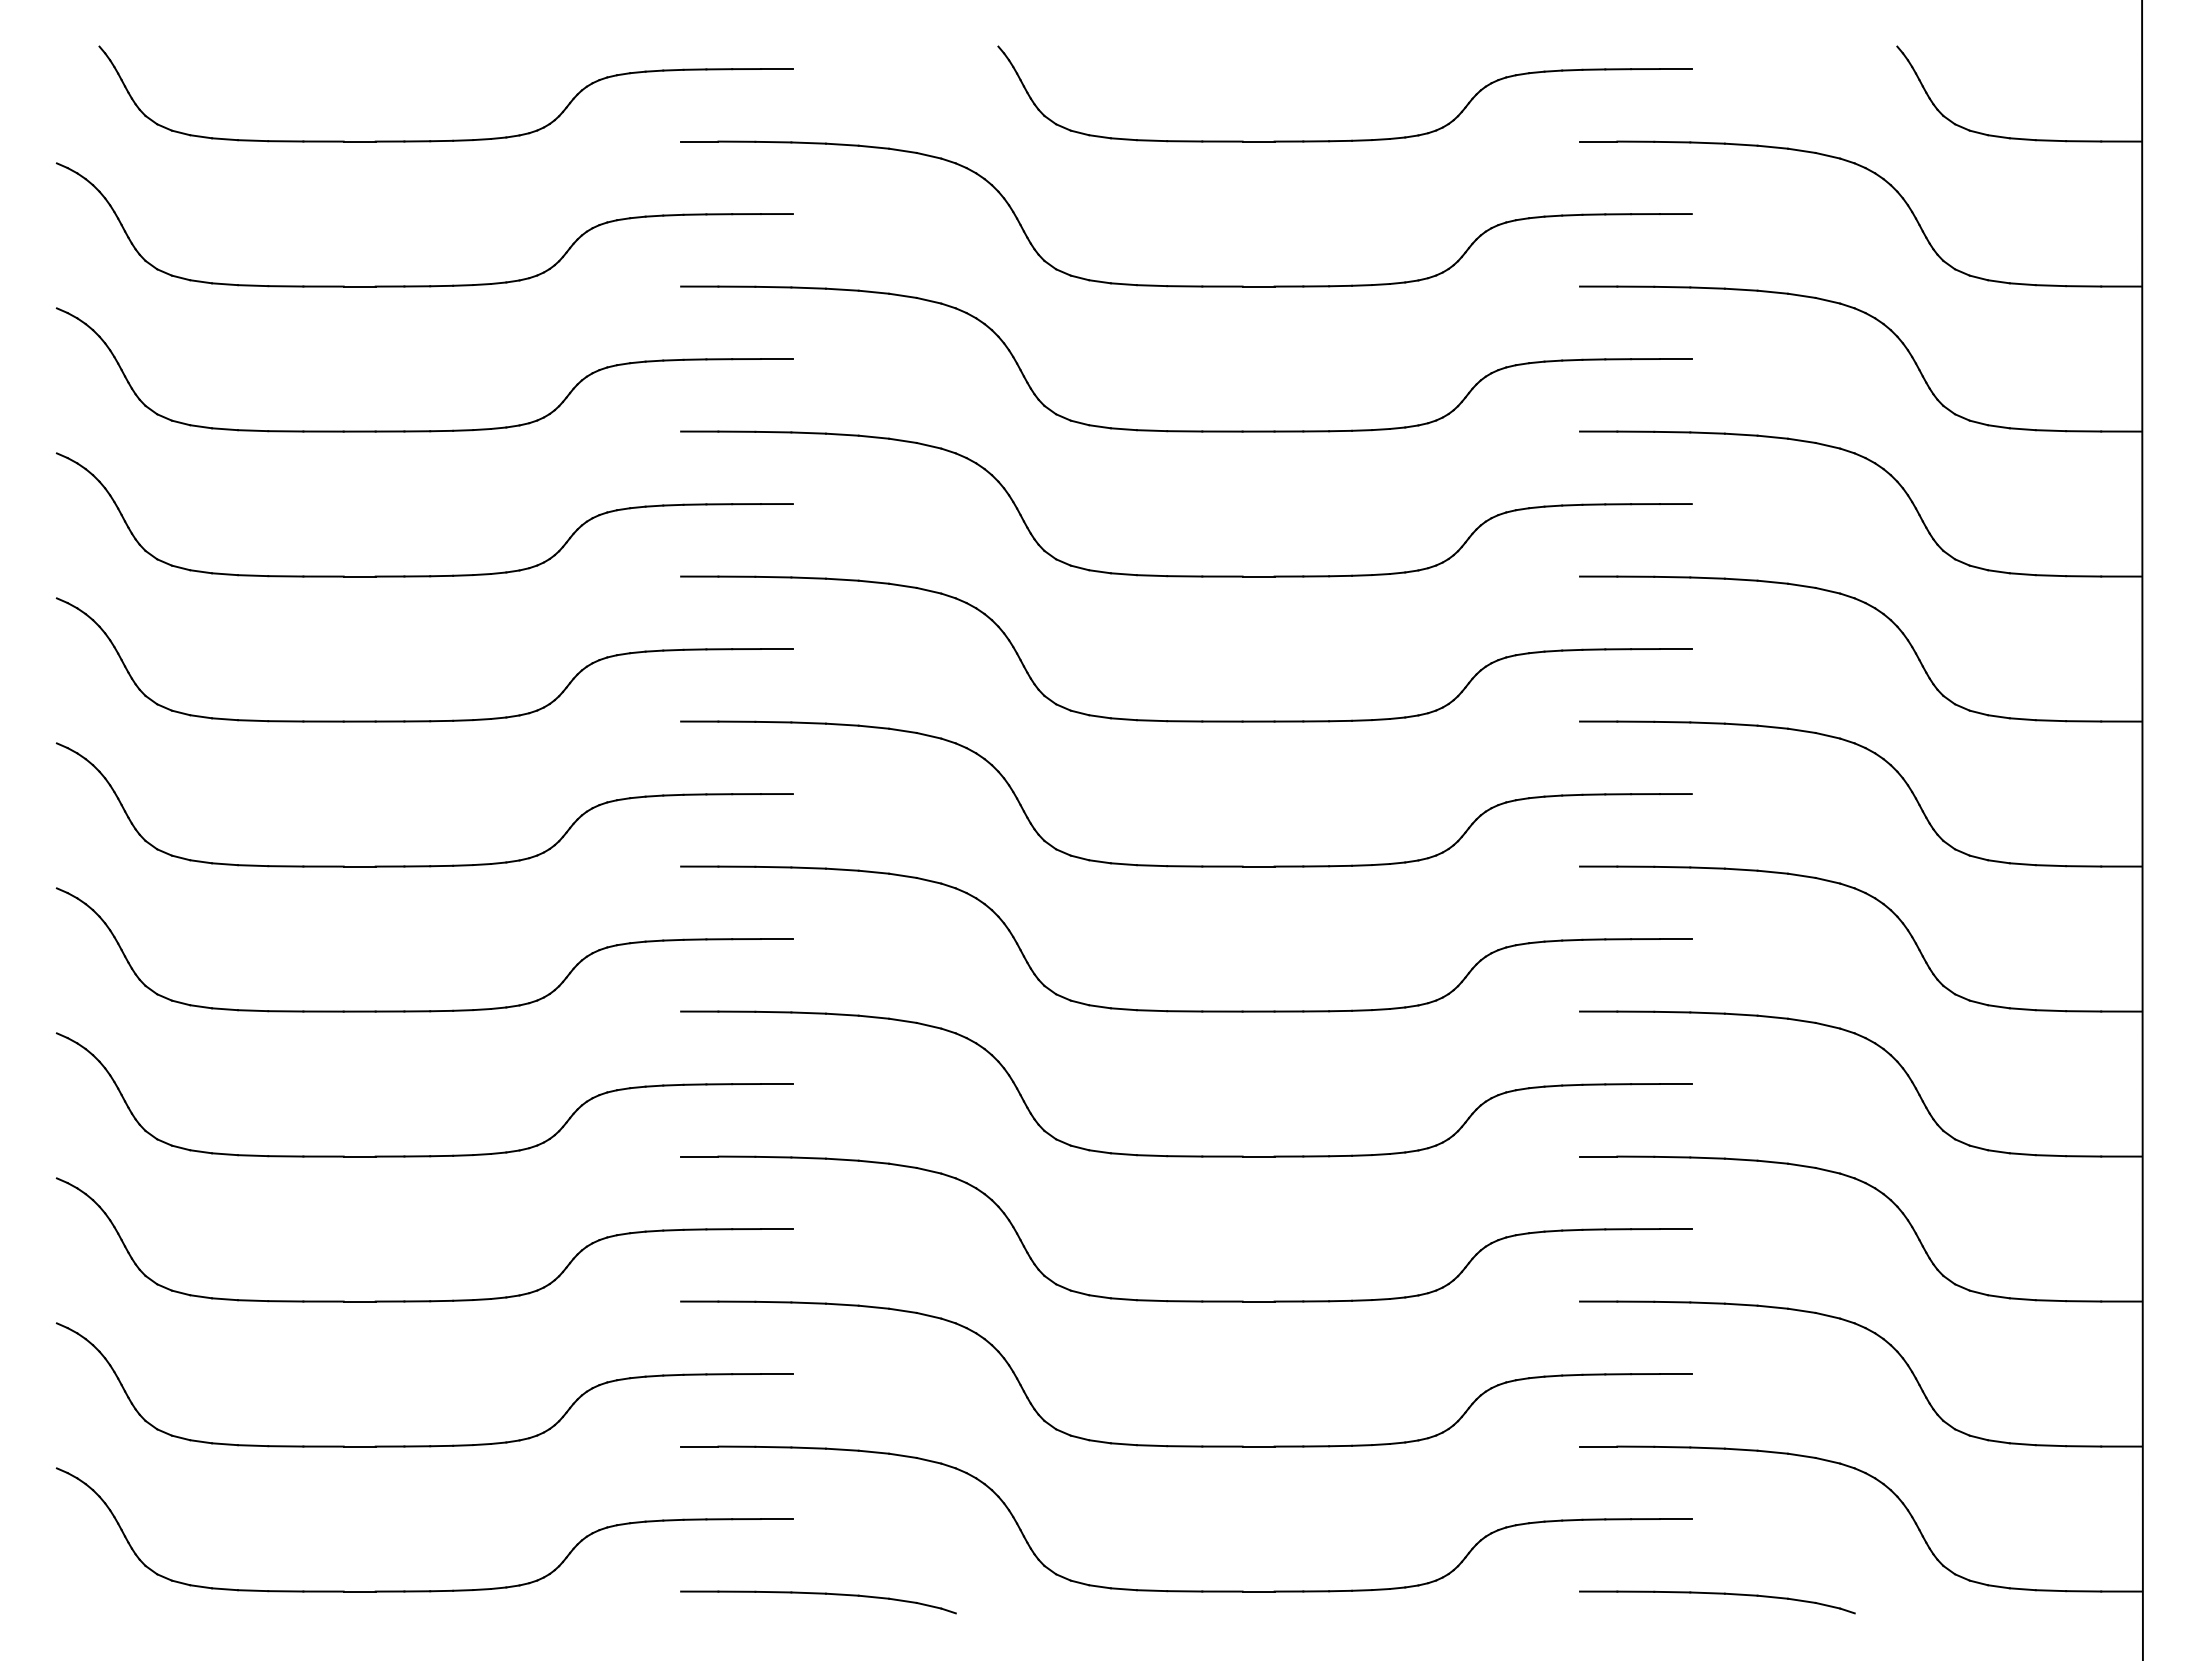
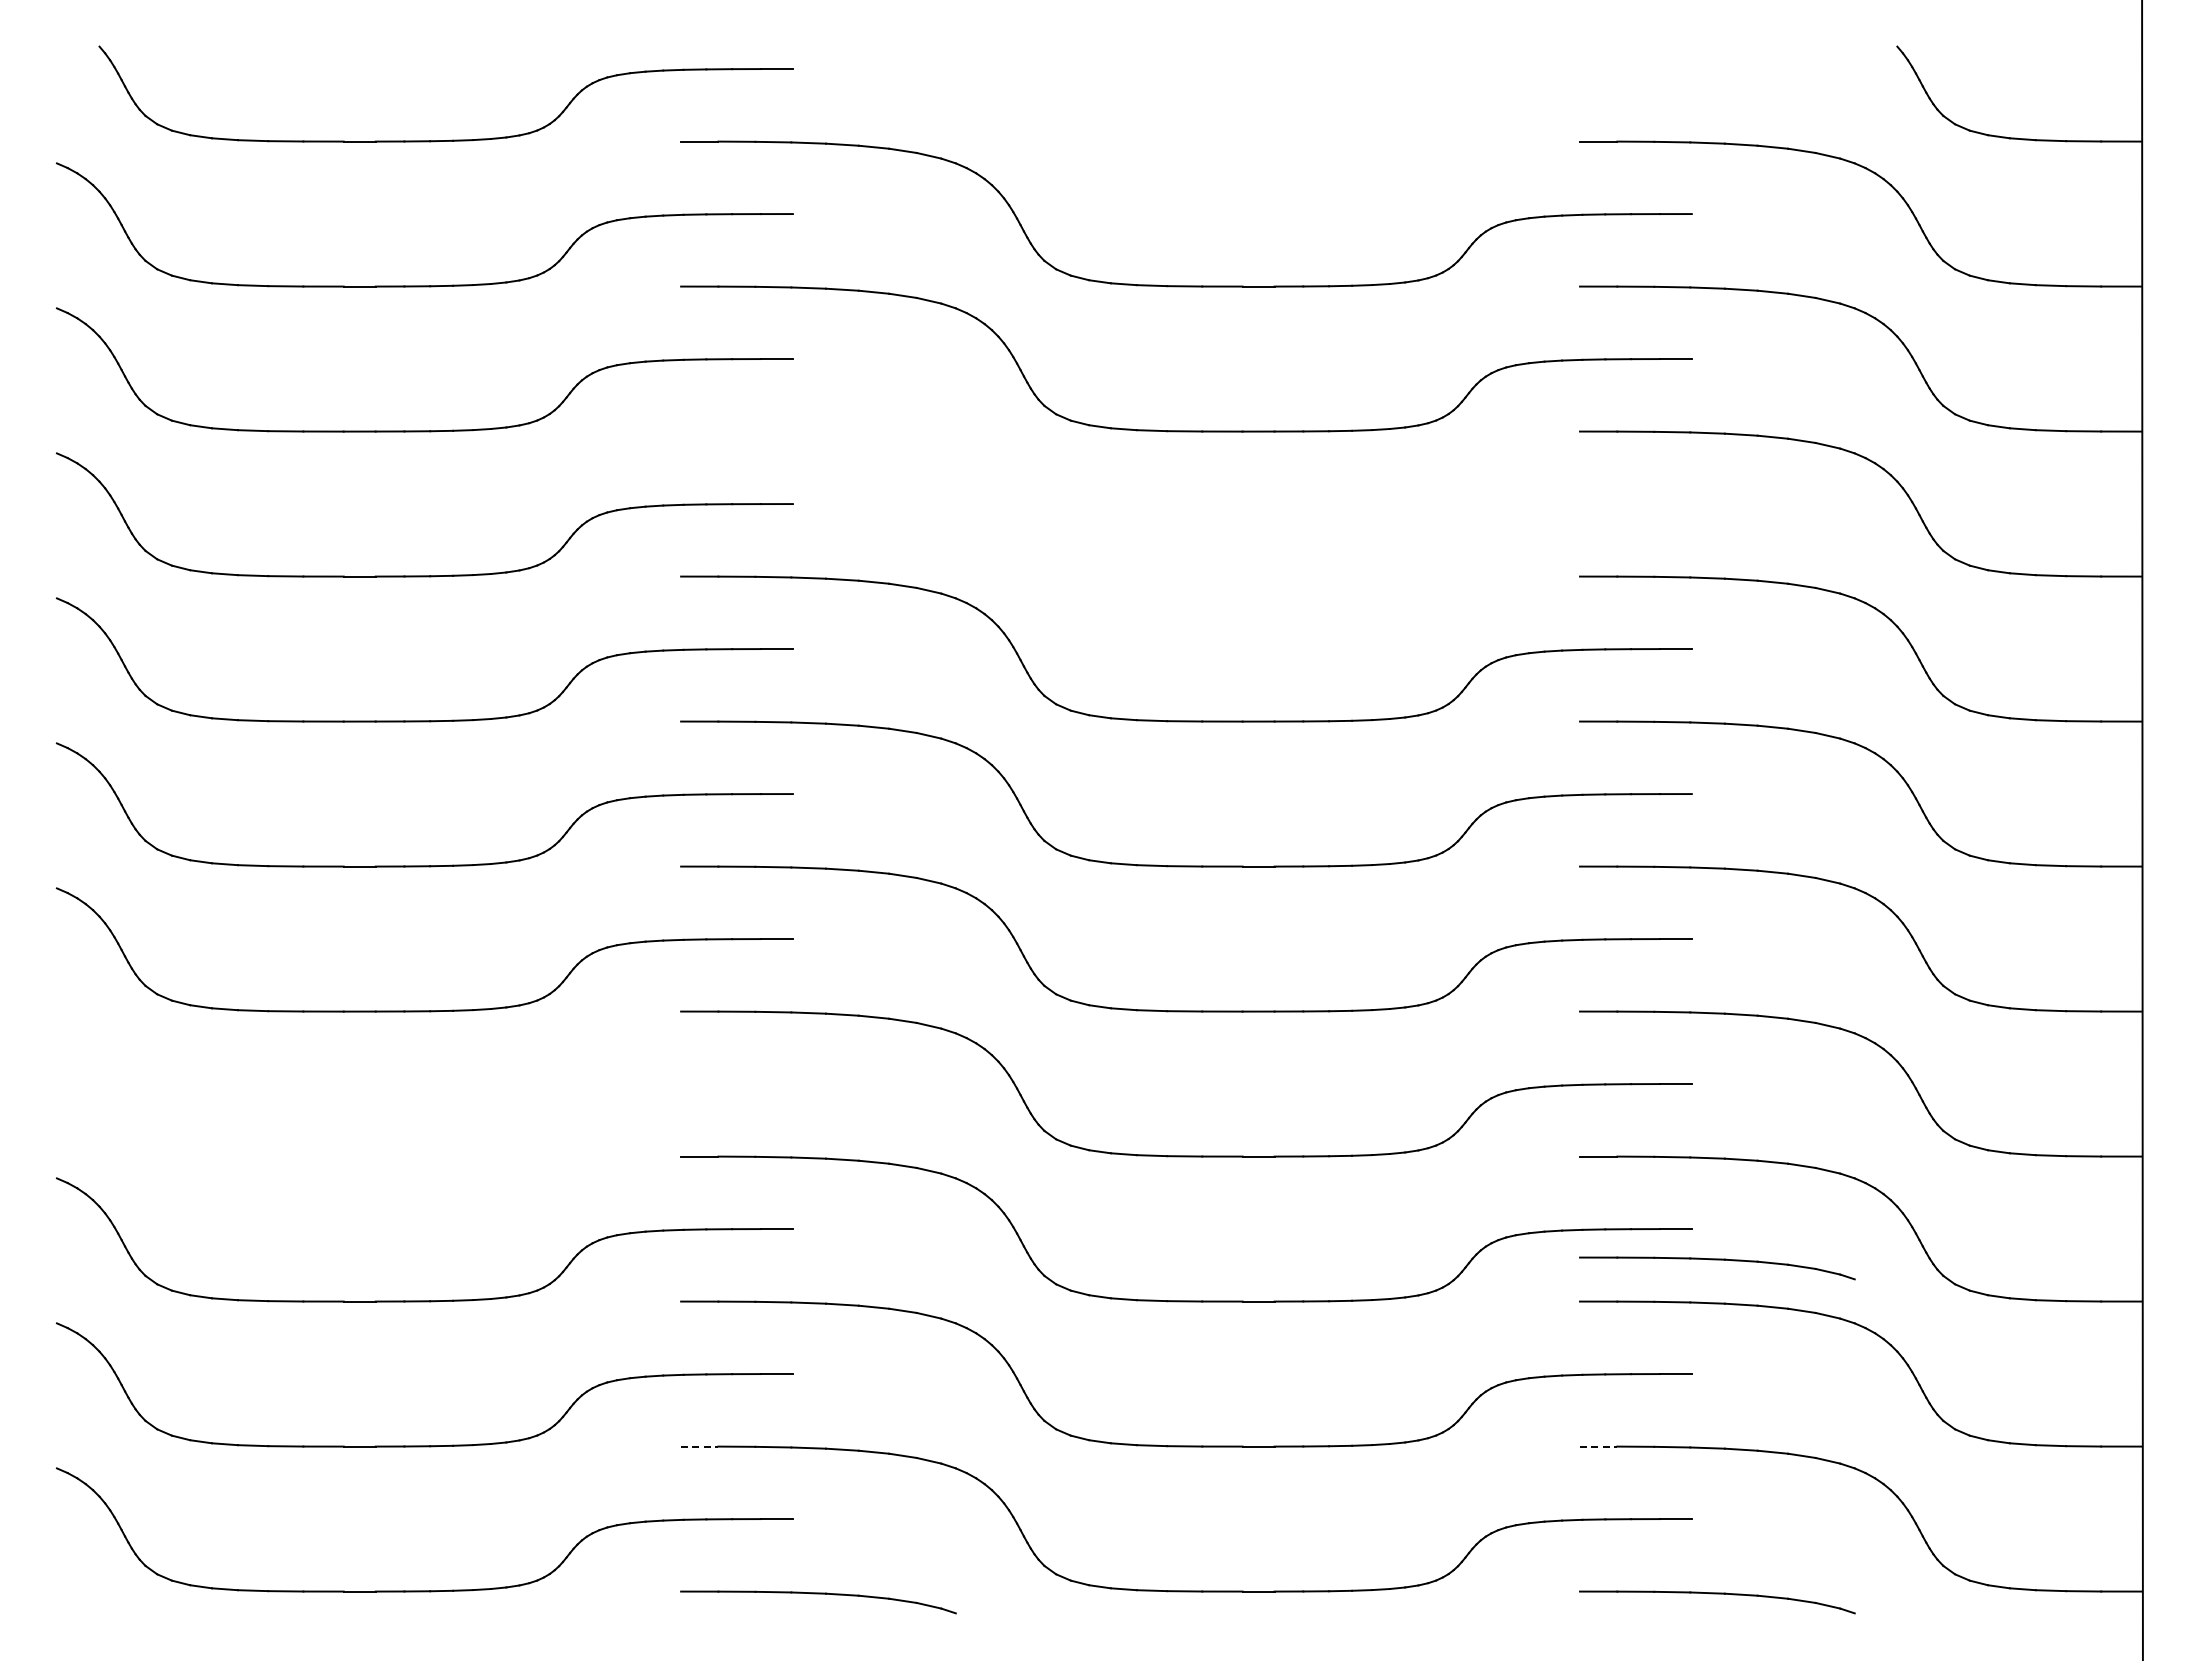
part at (1351, 139): present -> none
part at (1186, 575): present -> none
part at (424, 1155): present -> none
part at (1717, 1260): none -> present
line at (699, 1446): solid -> dashed
line at (1598, 1446): solid -> dashed
